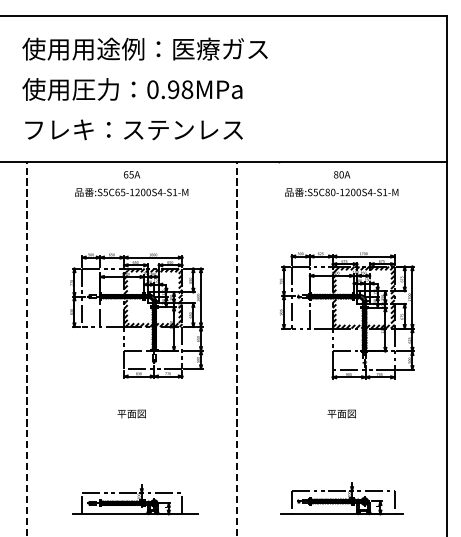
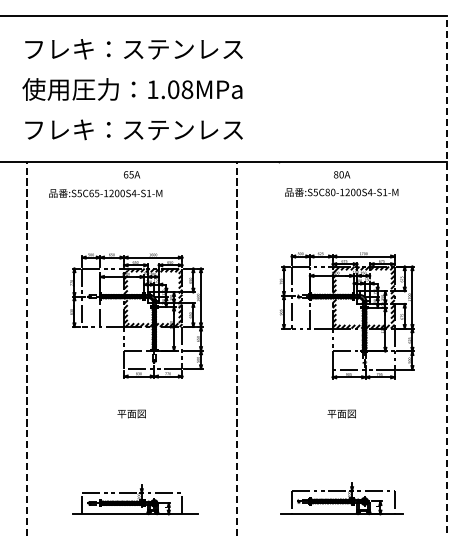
text at (144, 48): 使用用途例：医療ガス -> フレキ：ステンレス
text at (163, 89): 0.98MPa -> 1.08MPa
text at (131, 192) position: (131, 192) -> (105, 193)
line at (446, 275): solid -> dashed
